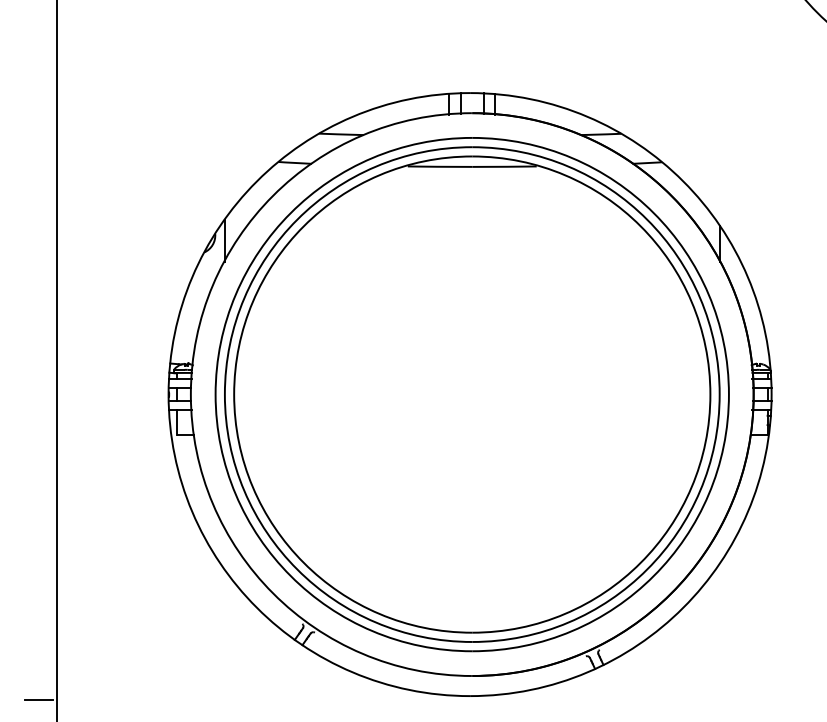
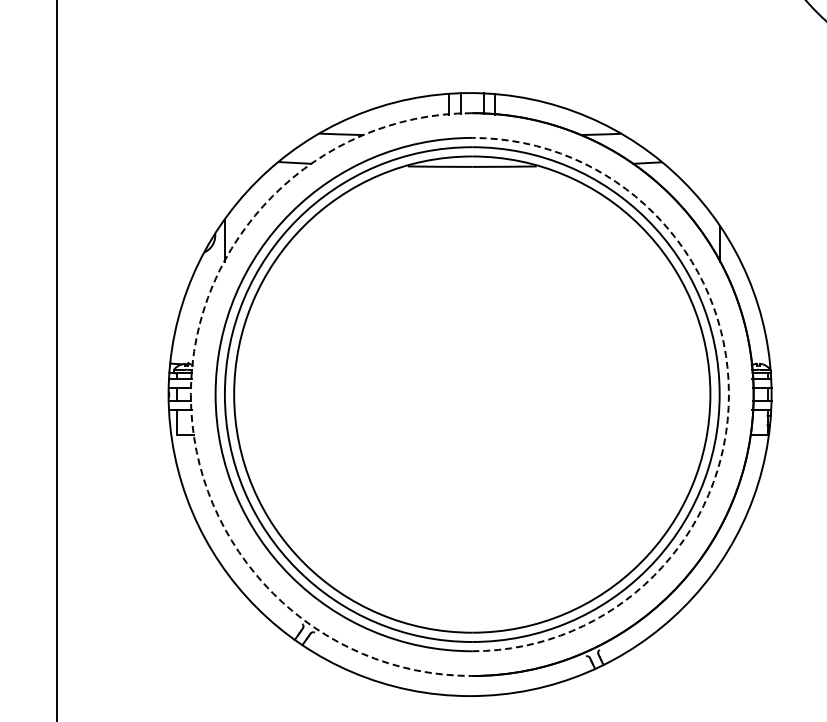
arc at (190, 394): solid -> dashed
arc at (728, 394): solid -> dashed
line at (38, 700): present -> none
